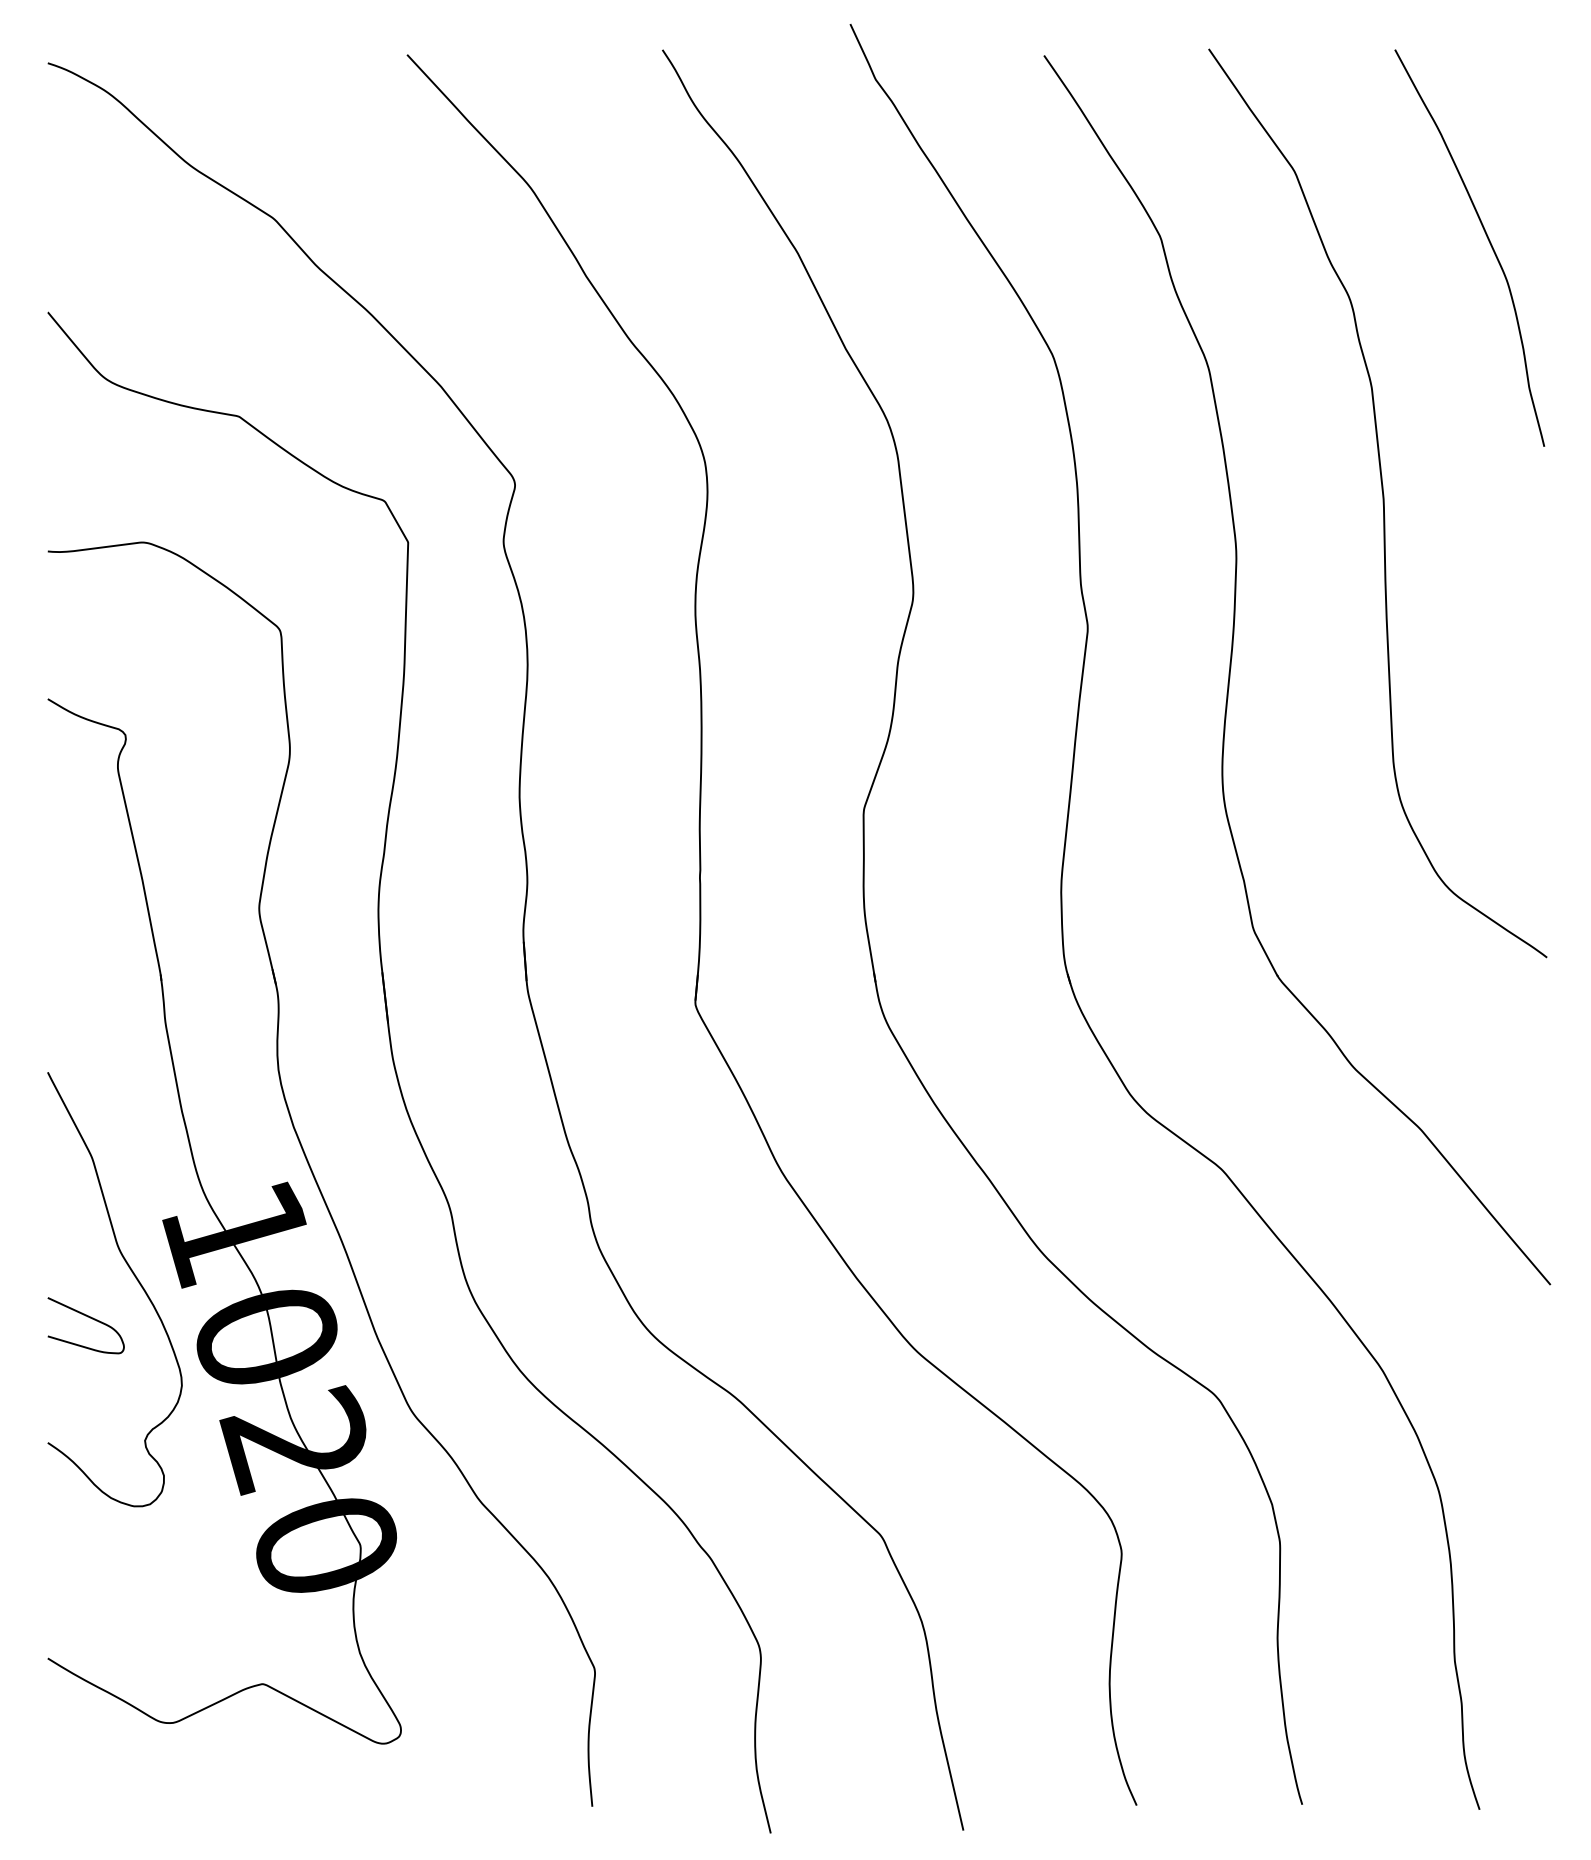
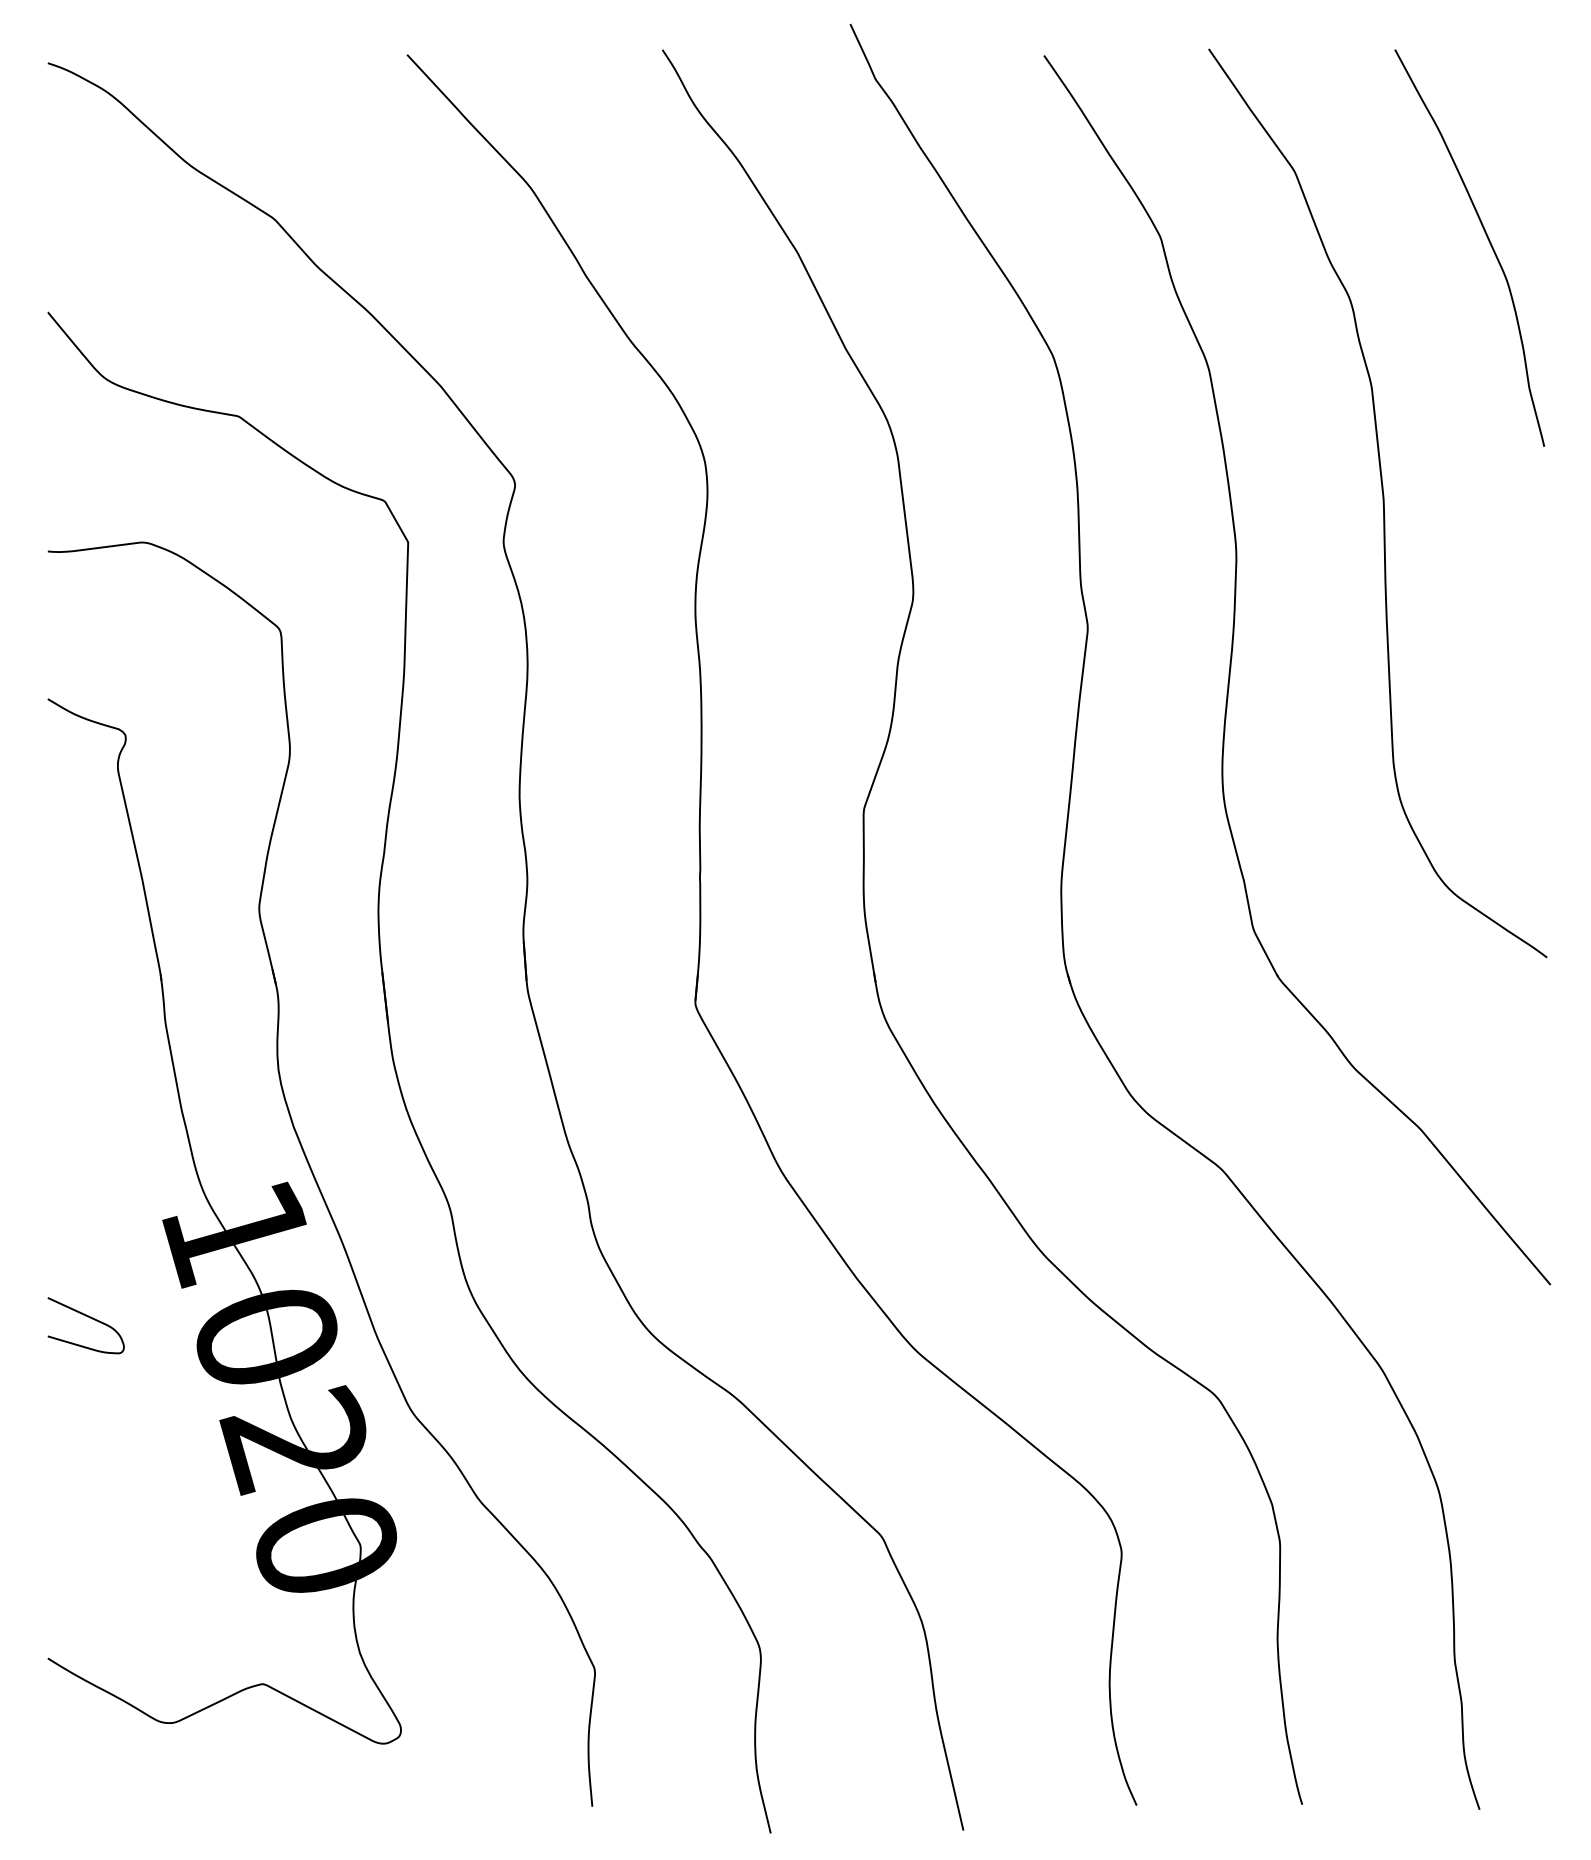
curve at (133, 1275): present -> none
